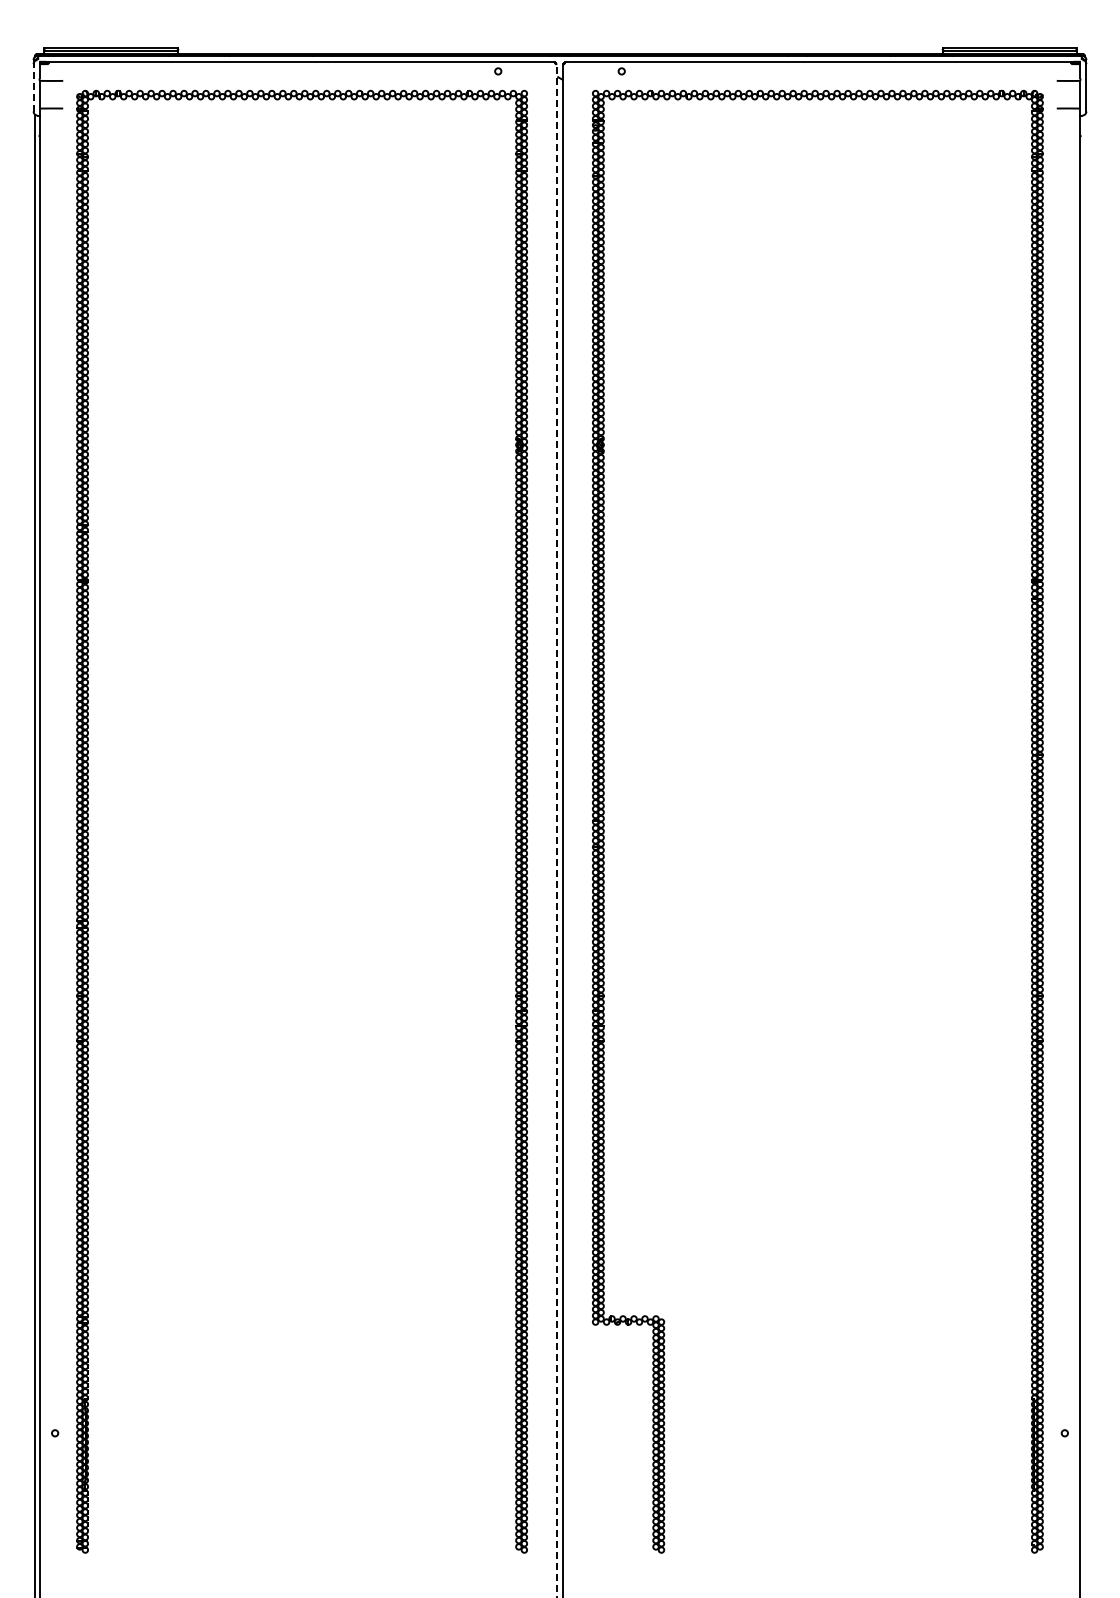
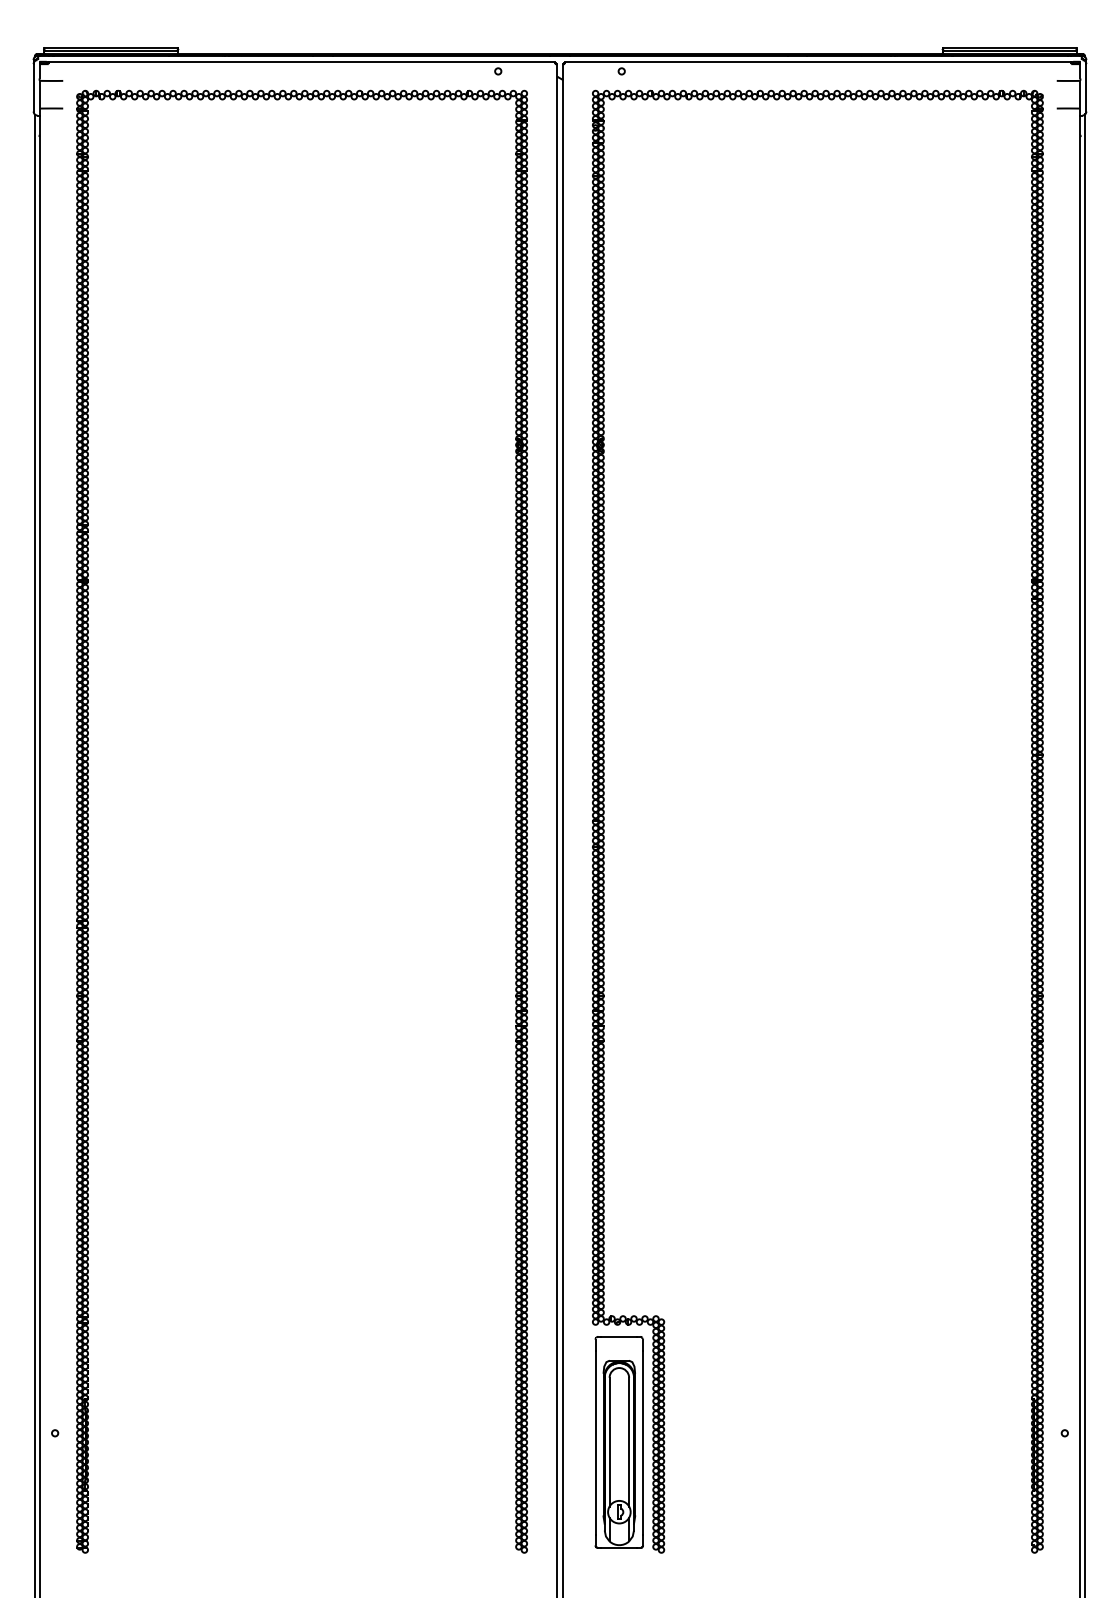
line at (33, 87): dashed -> solid
line at (557, 830): dashed -> solid
line at (1085, 854): none -> present
part at (618, 1442): none -> present
